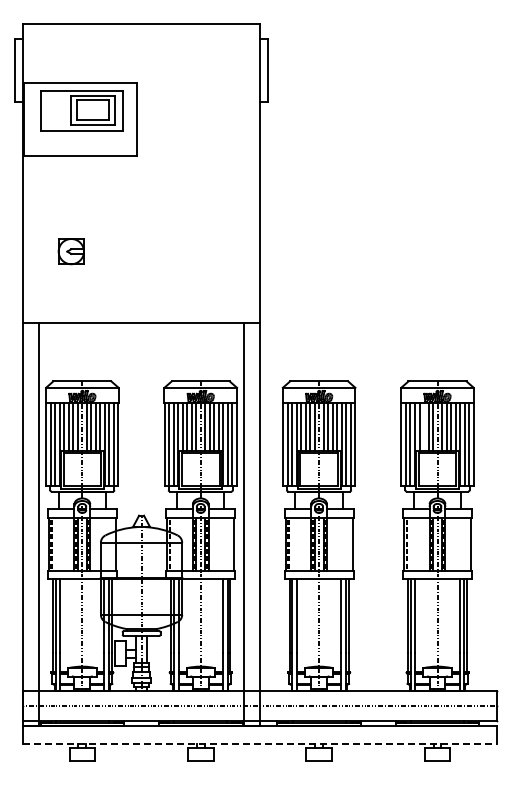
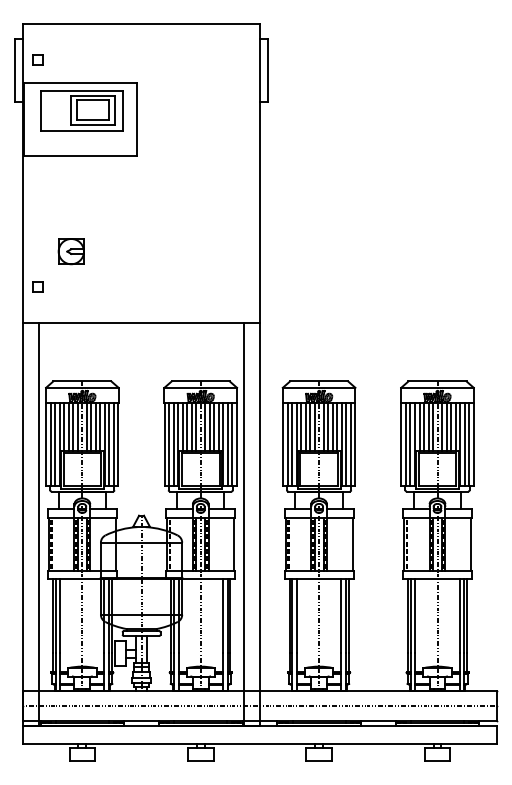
part at (37, 59): none -> present
part at (37, 286): none -> present
line at (424, 426): none -> present
line at (259, 743): dashed -> solid
